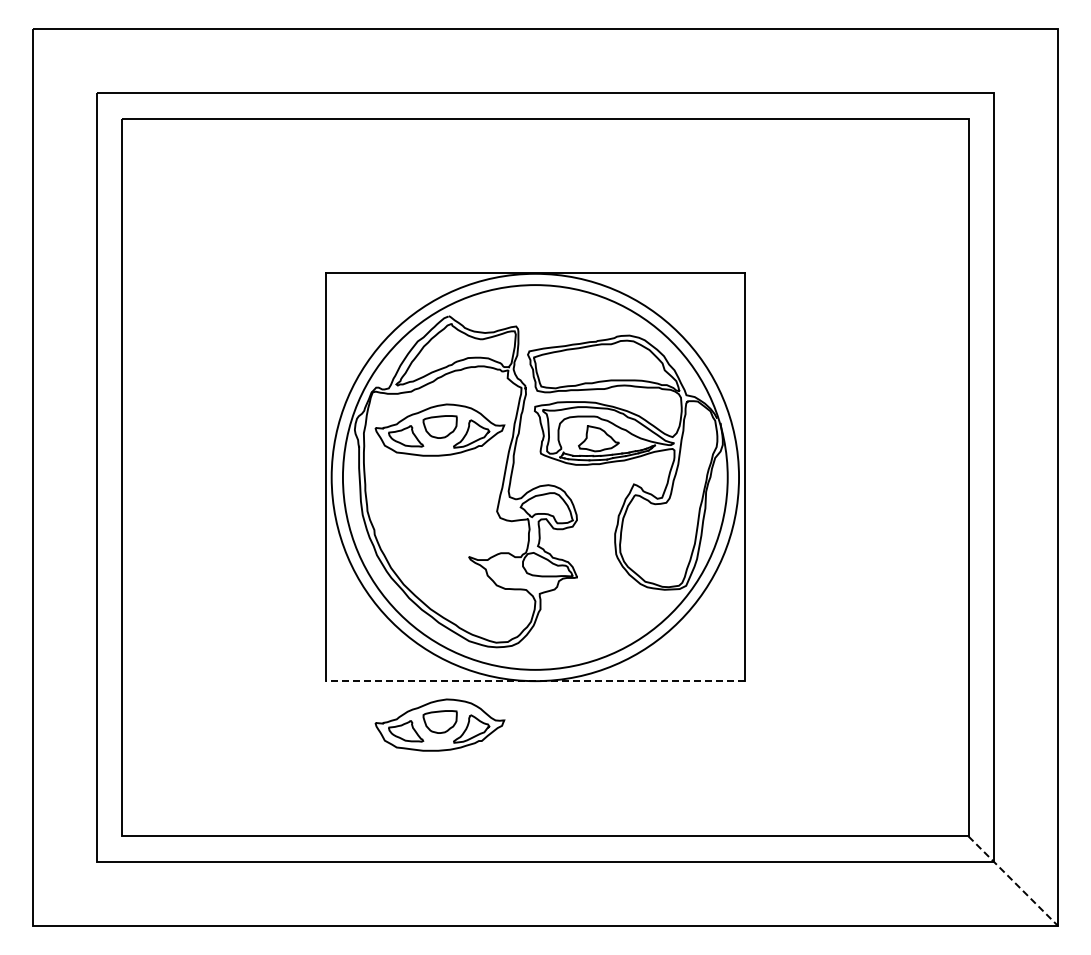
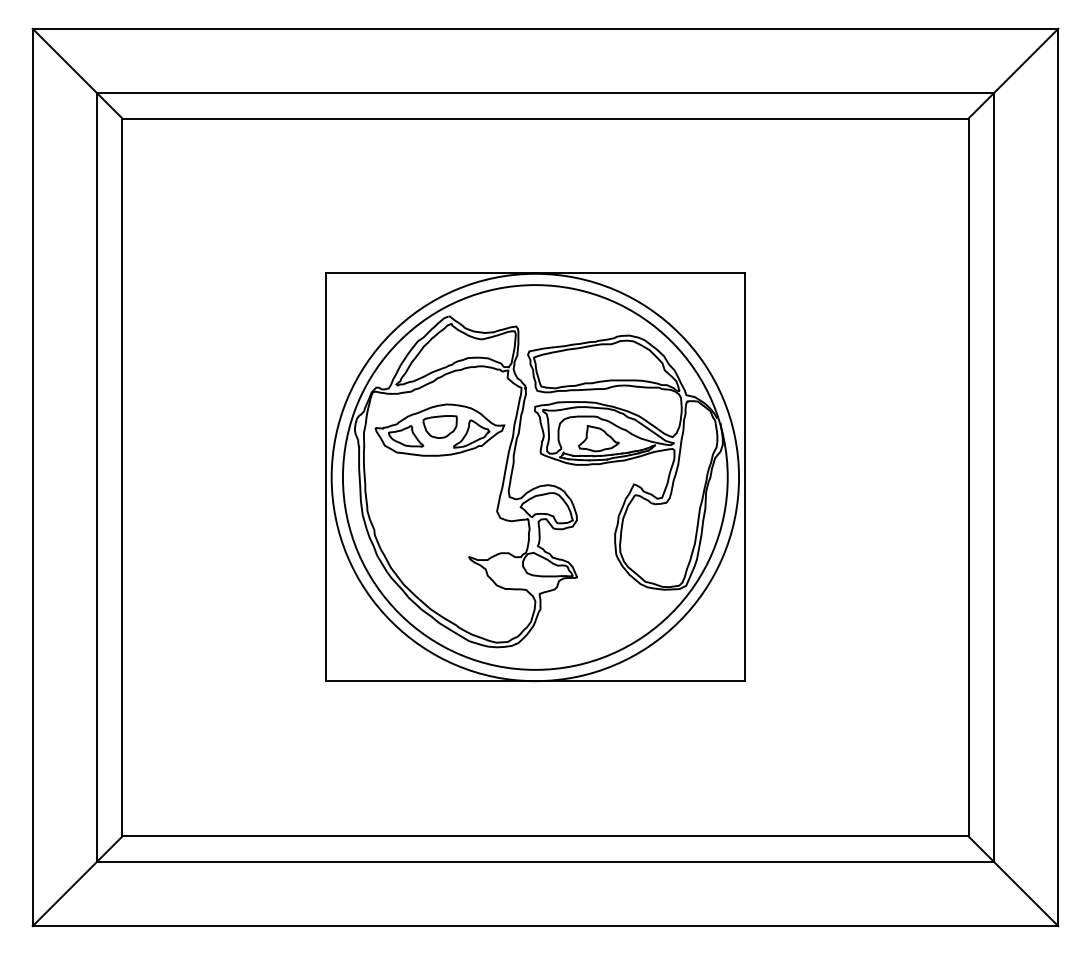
line at (77, 73): none -> present
line at (1013, 73): none -> present
line at (535, 681): dashed -> solid
part at (439, 724): present -> none
line at (77, 881): none -> present
line at (1013, 881): dashed -> solid
